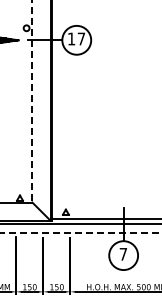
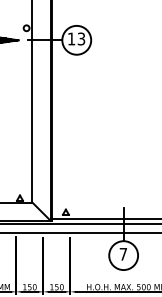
text at (81, 38): 17 -> 13
line at (32, 101): dashed -> solid
line at (80, 233): dashed -> solid
